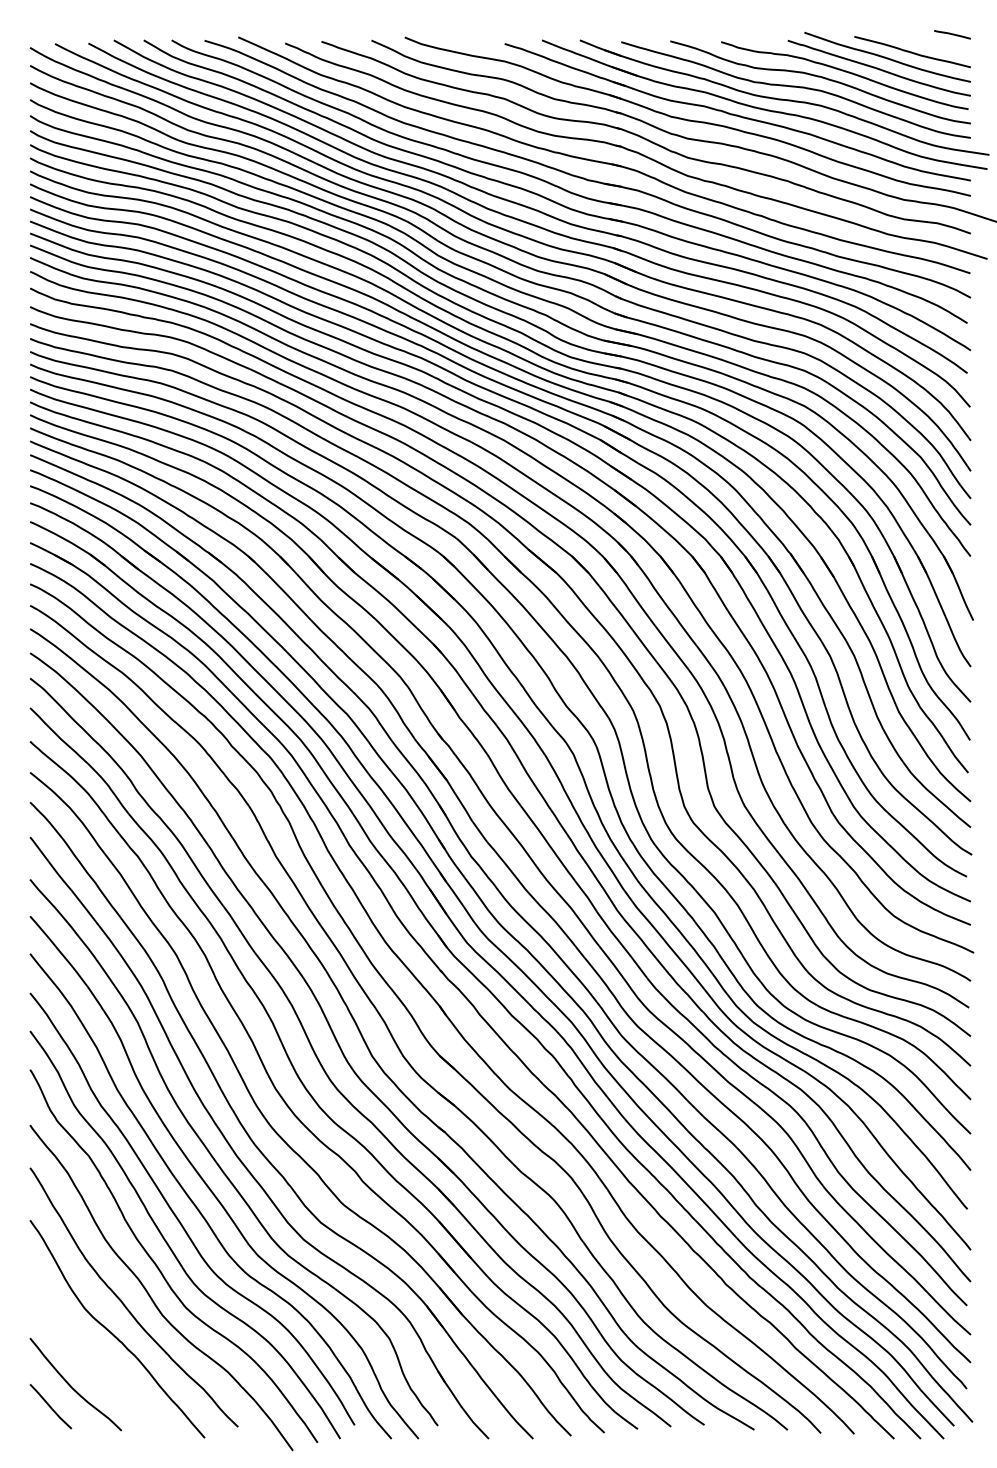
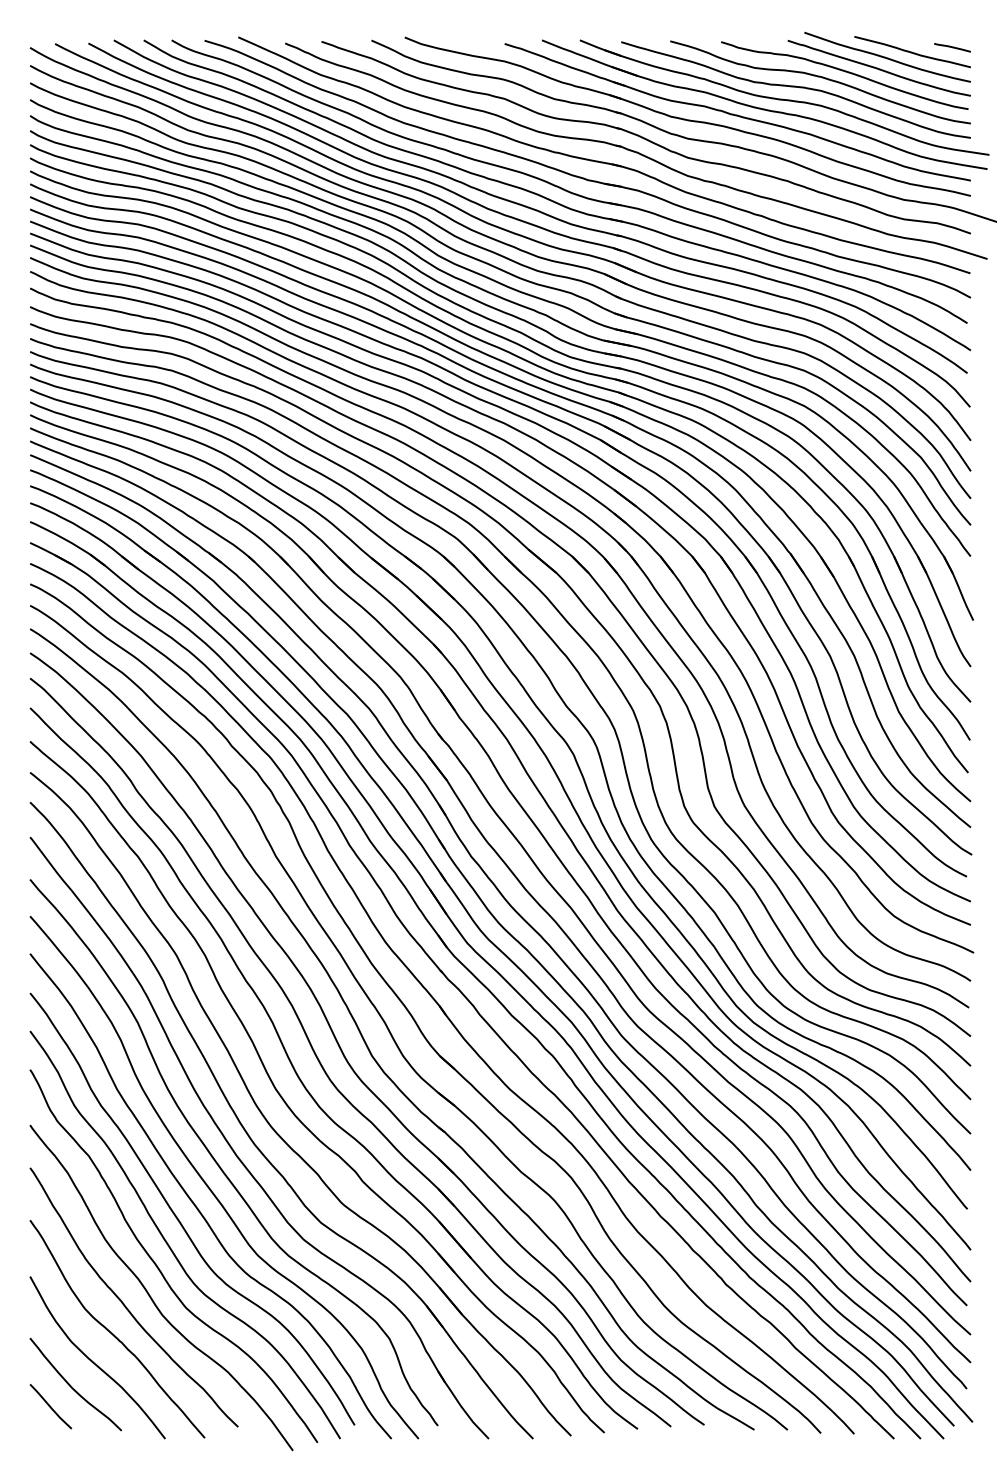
line at (952, 34) position: (952, 34) -> (952, 47)
curve at (93, 1361): none -> present
